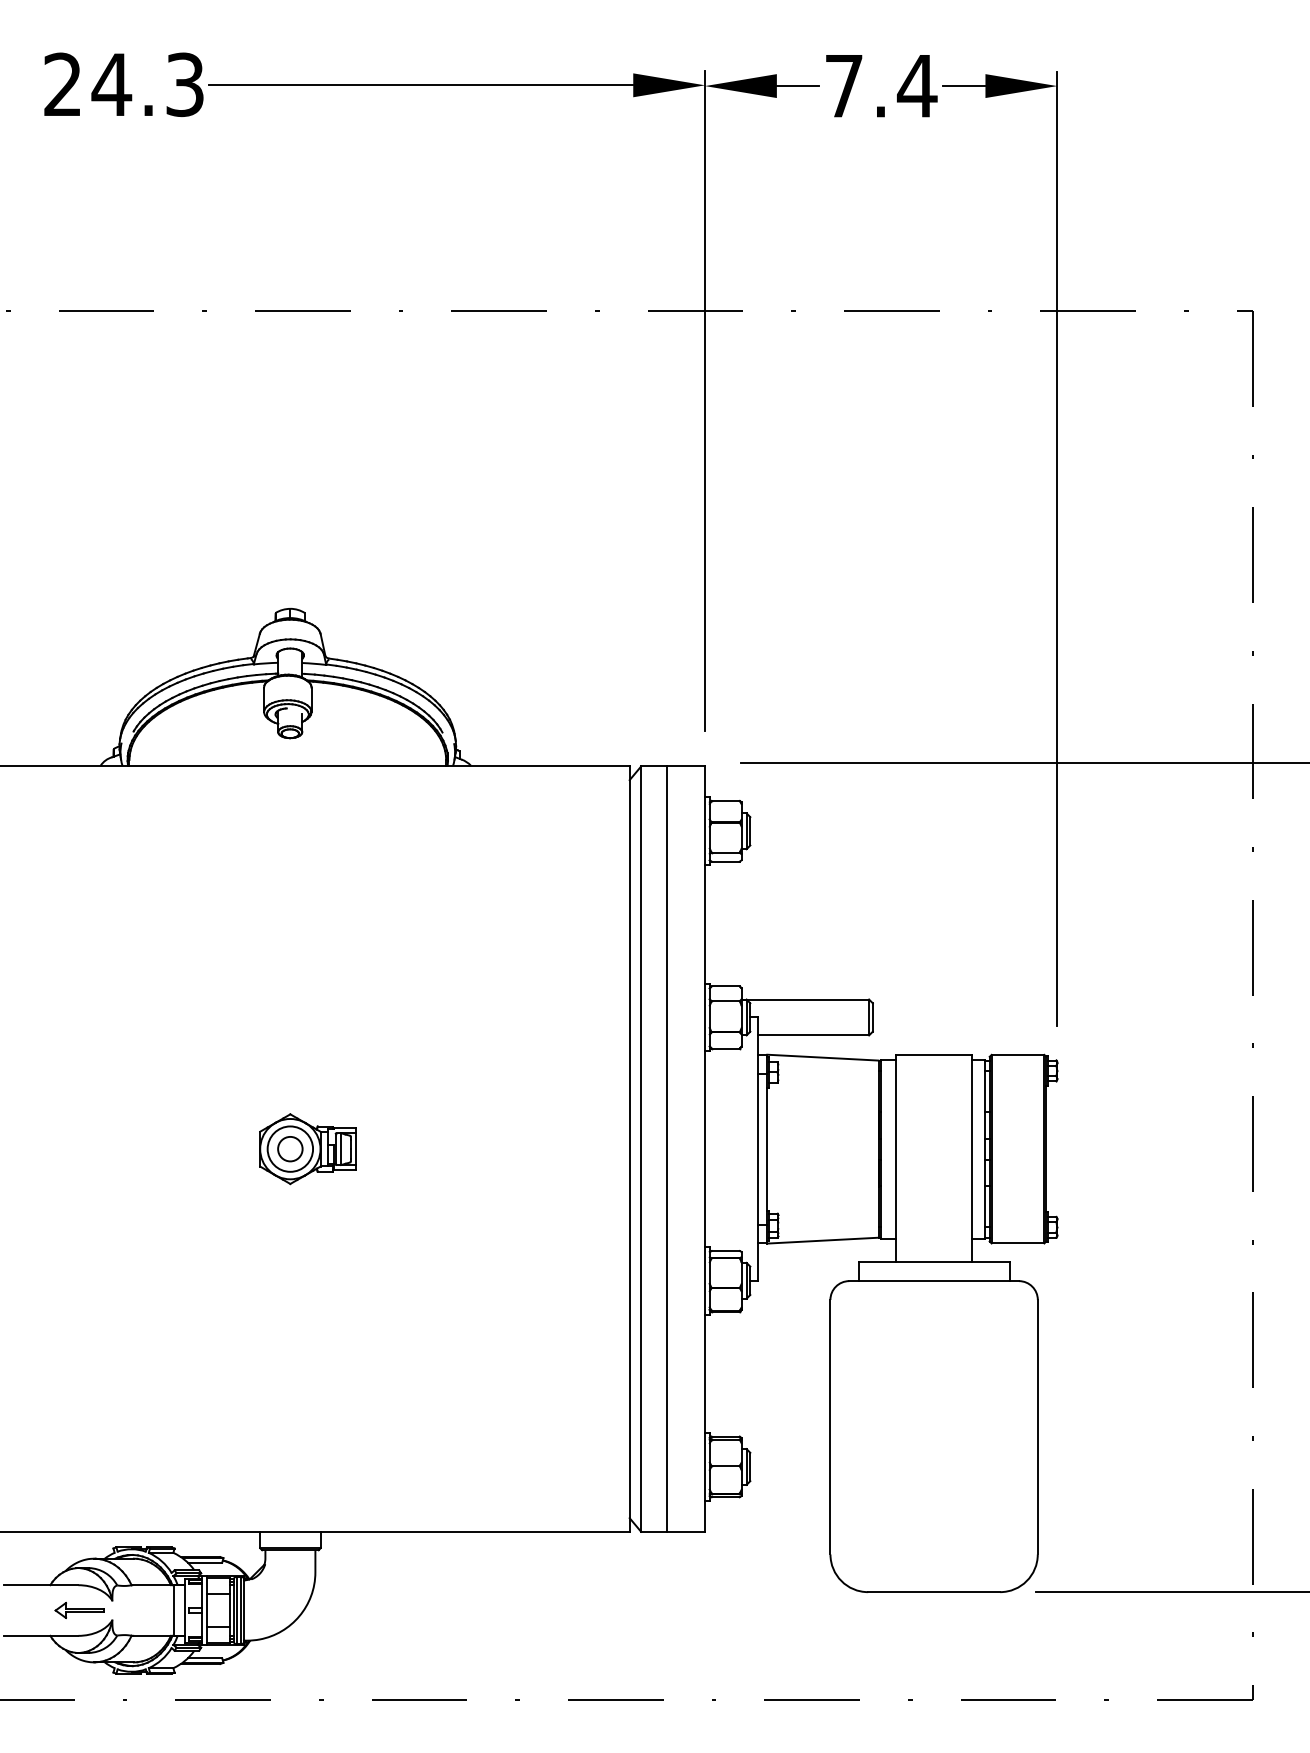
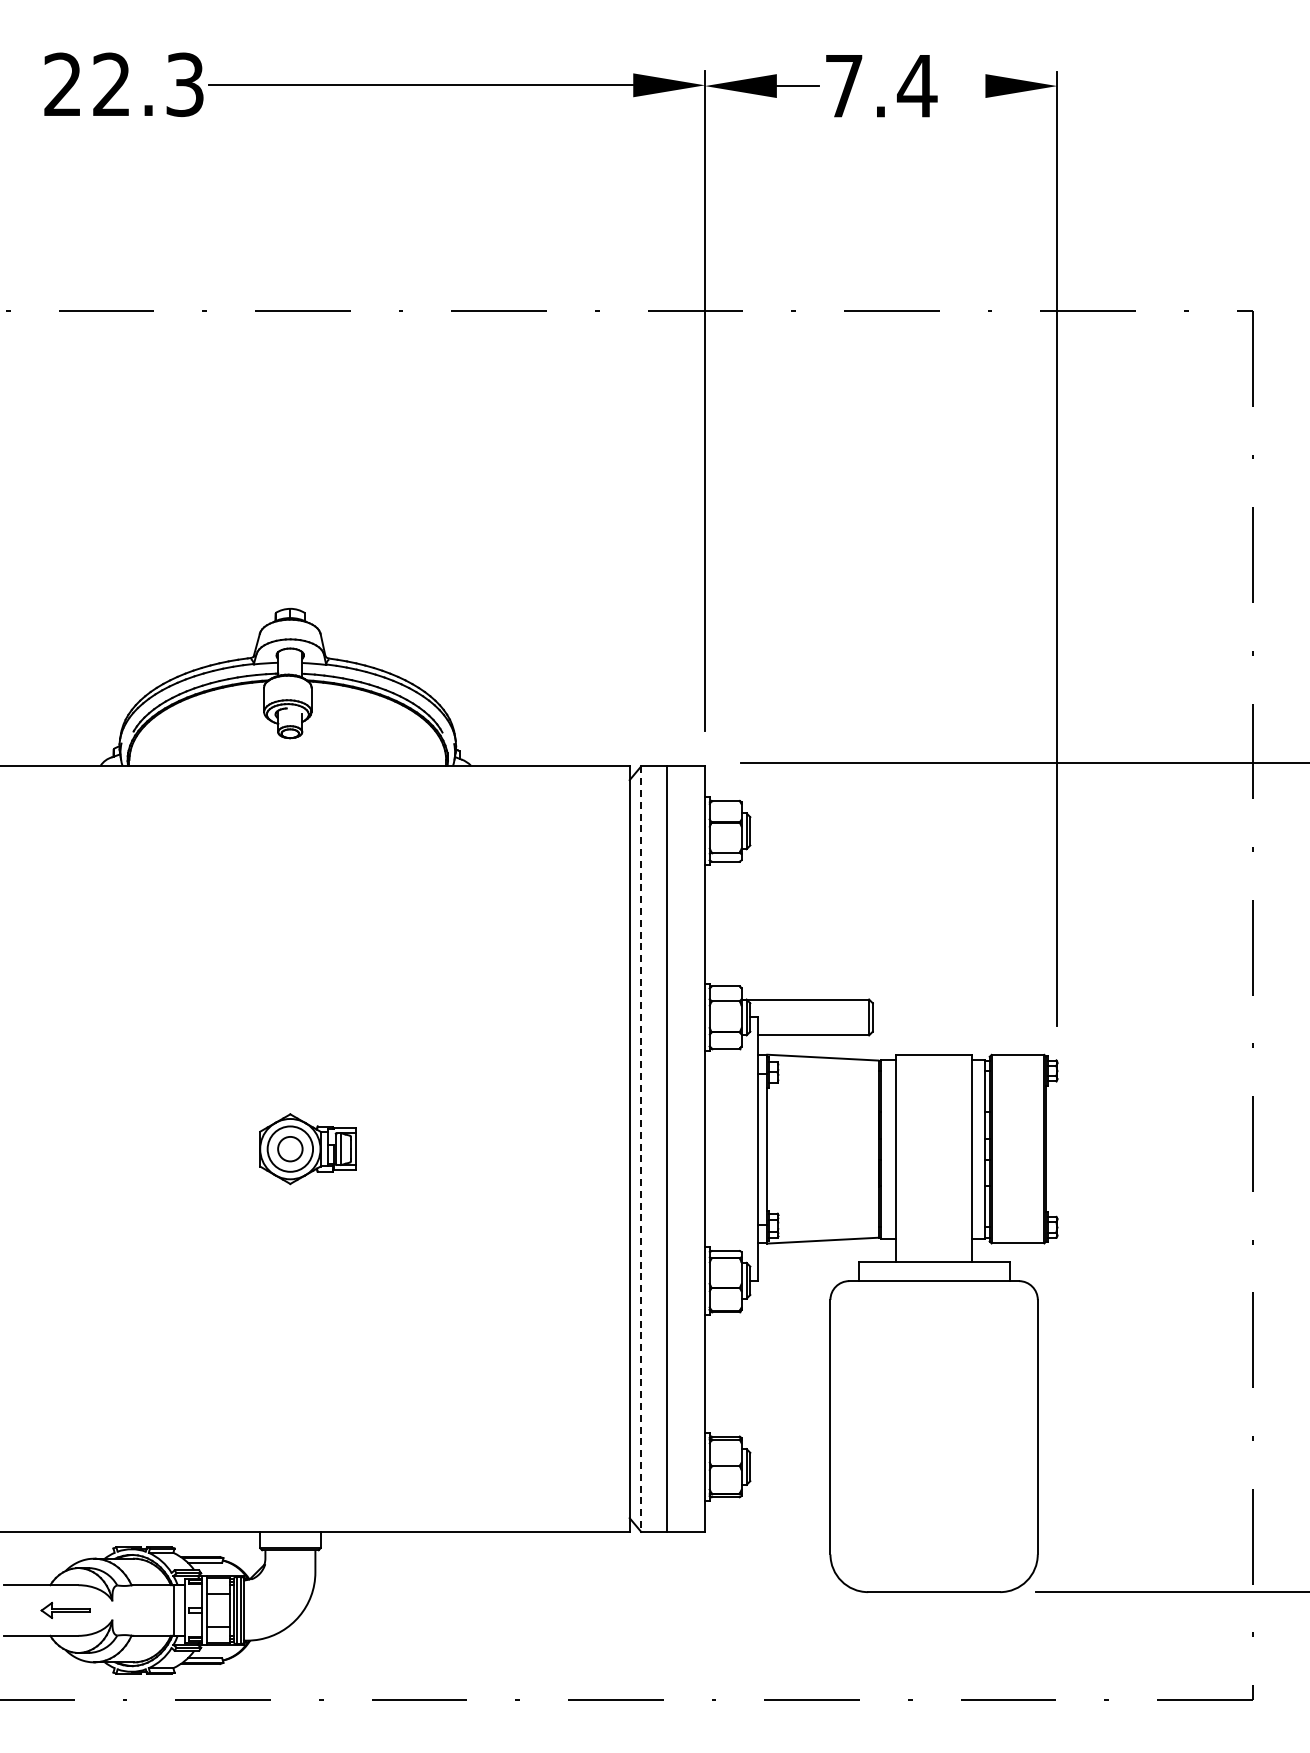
text at (111, 83): 24.3 -> 22.3
line at (964, 86): present -> none
line at (641, 1149): solid -> dashed
part at (79, 1609) position: (79, 1609) -> (65, 1609)
